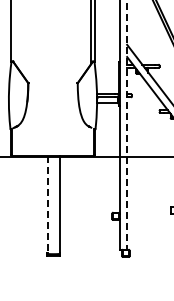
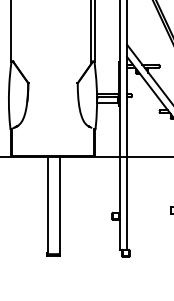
line at (127, 125): dashed -> solid
line at (47, 205): dashed -> solid
